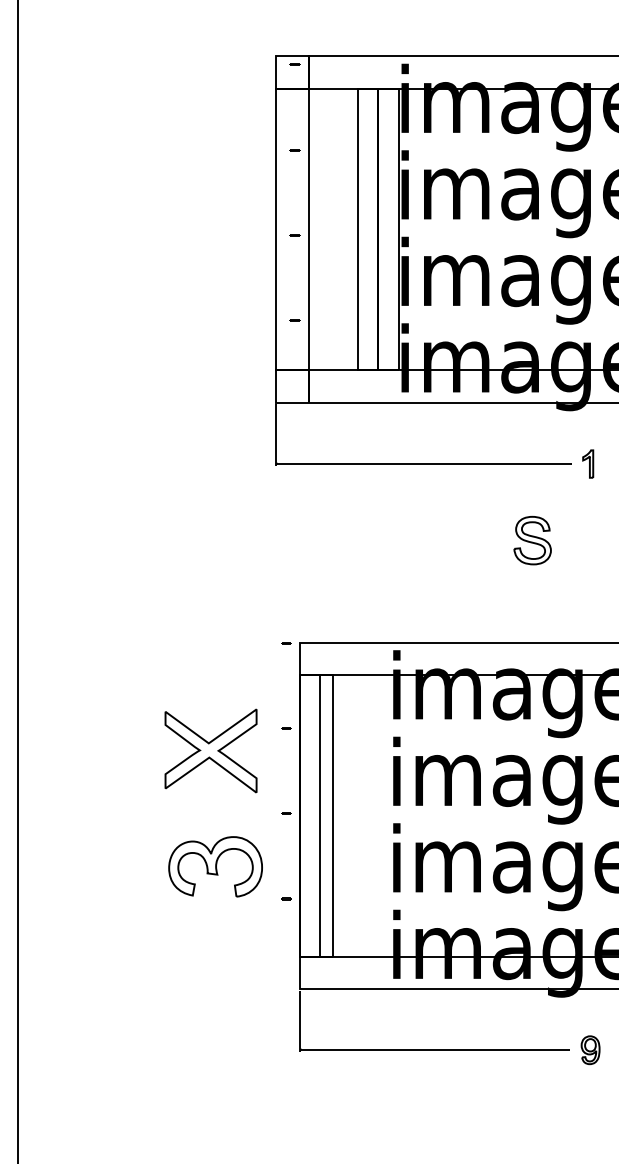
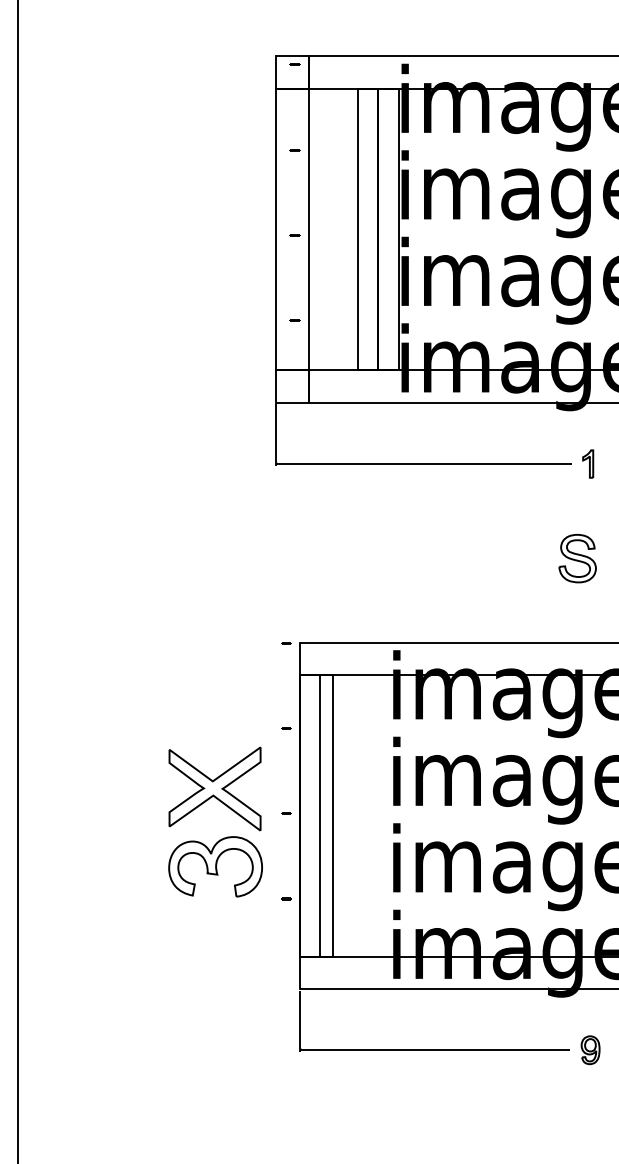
part at (532, 540) position: (532, 540) -> (577, 558)
part at (210, 750) position: (210, 750) -> (214, 788)
